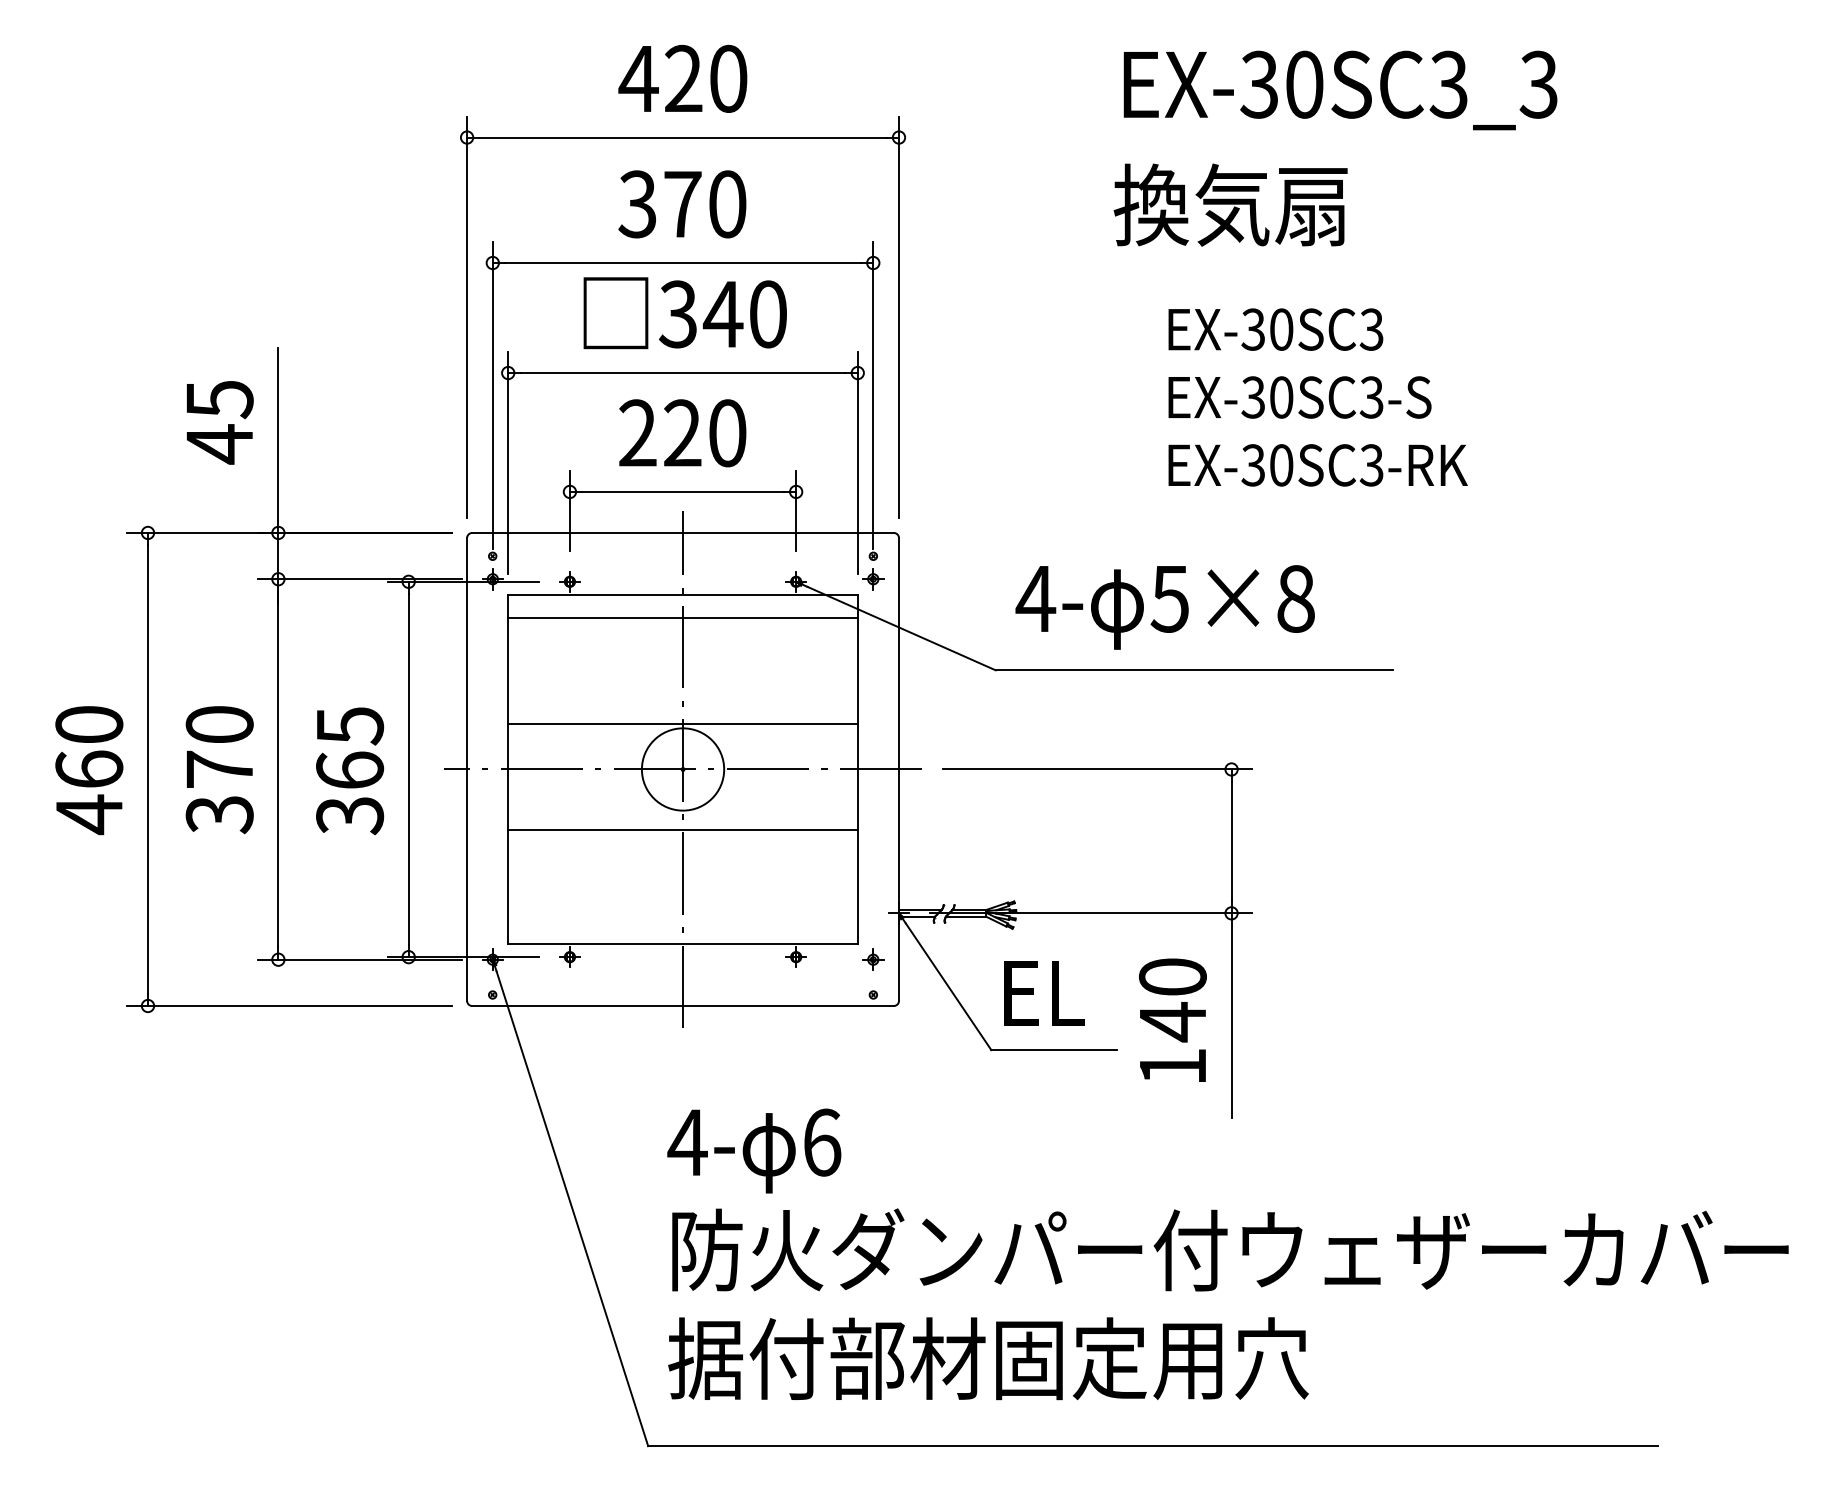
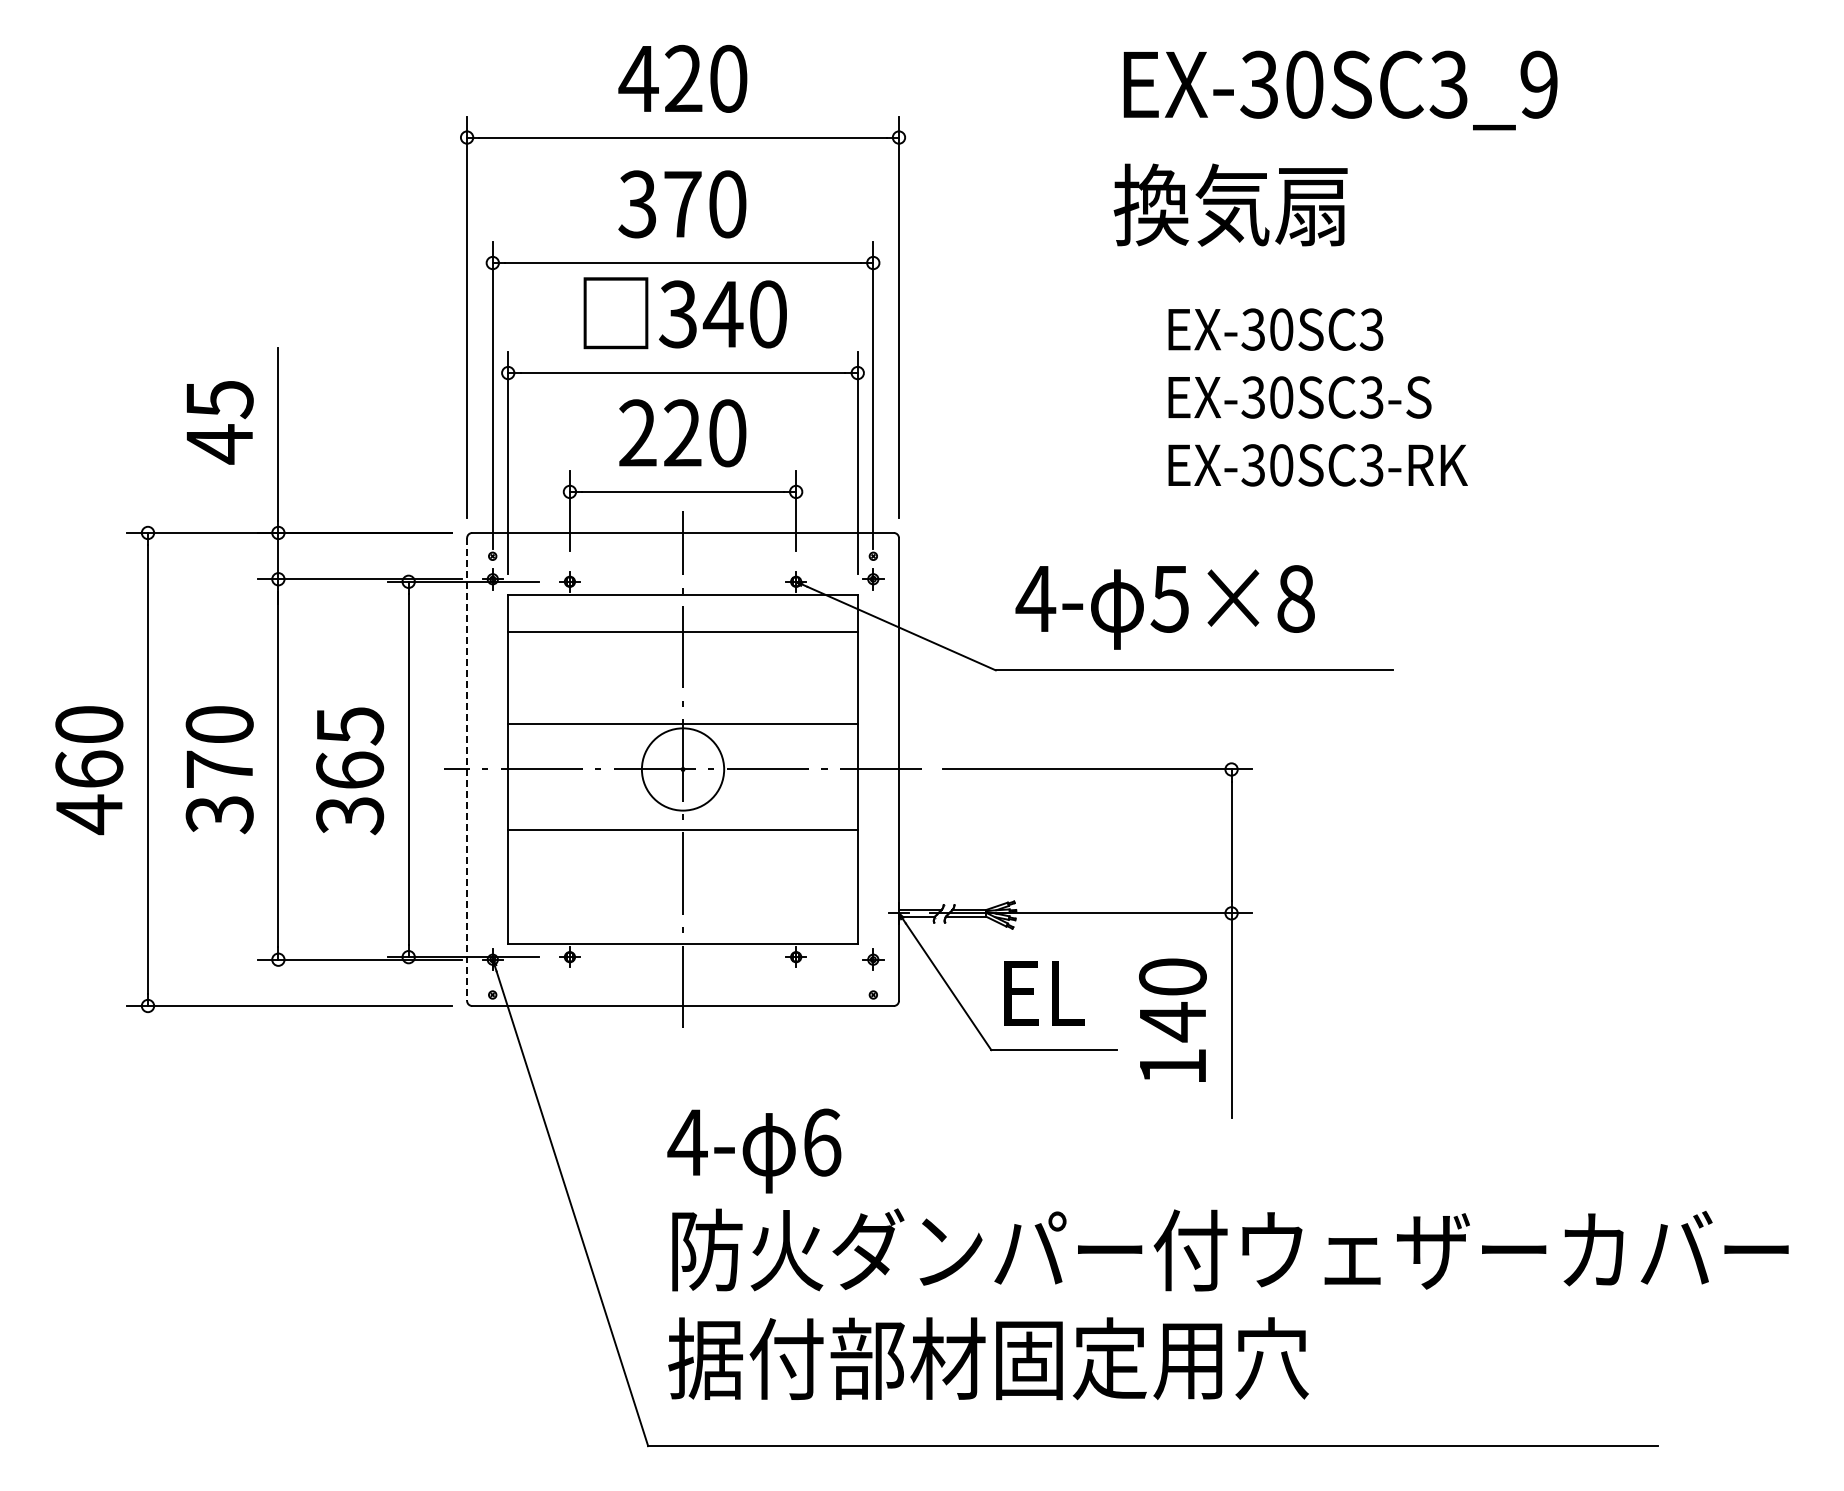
text at (1538, 84): EX-30SC3_3 -> EX-30SC3_9
line at (682, 617) position: (682, 617) -> (682, 631)
line at (467, 769): solid -> dashed
